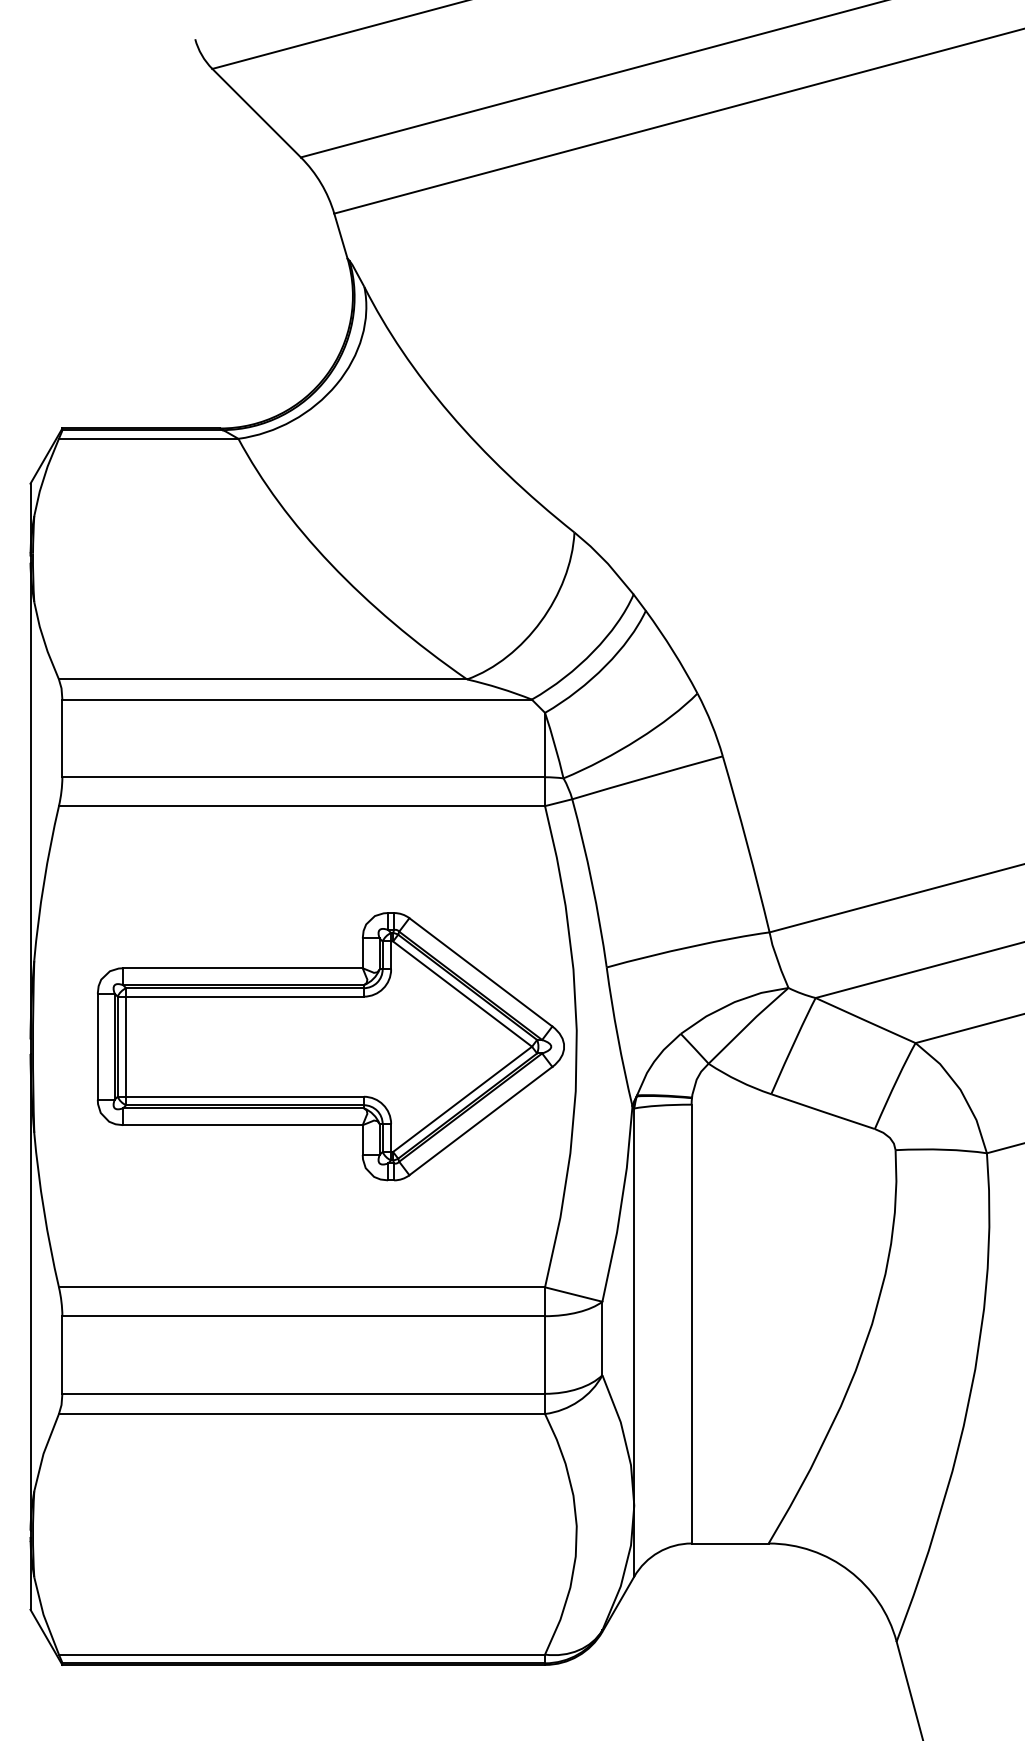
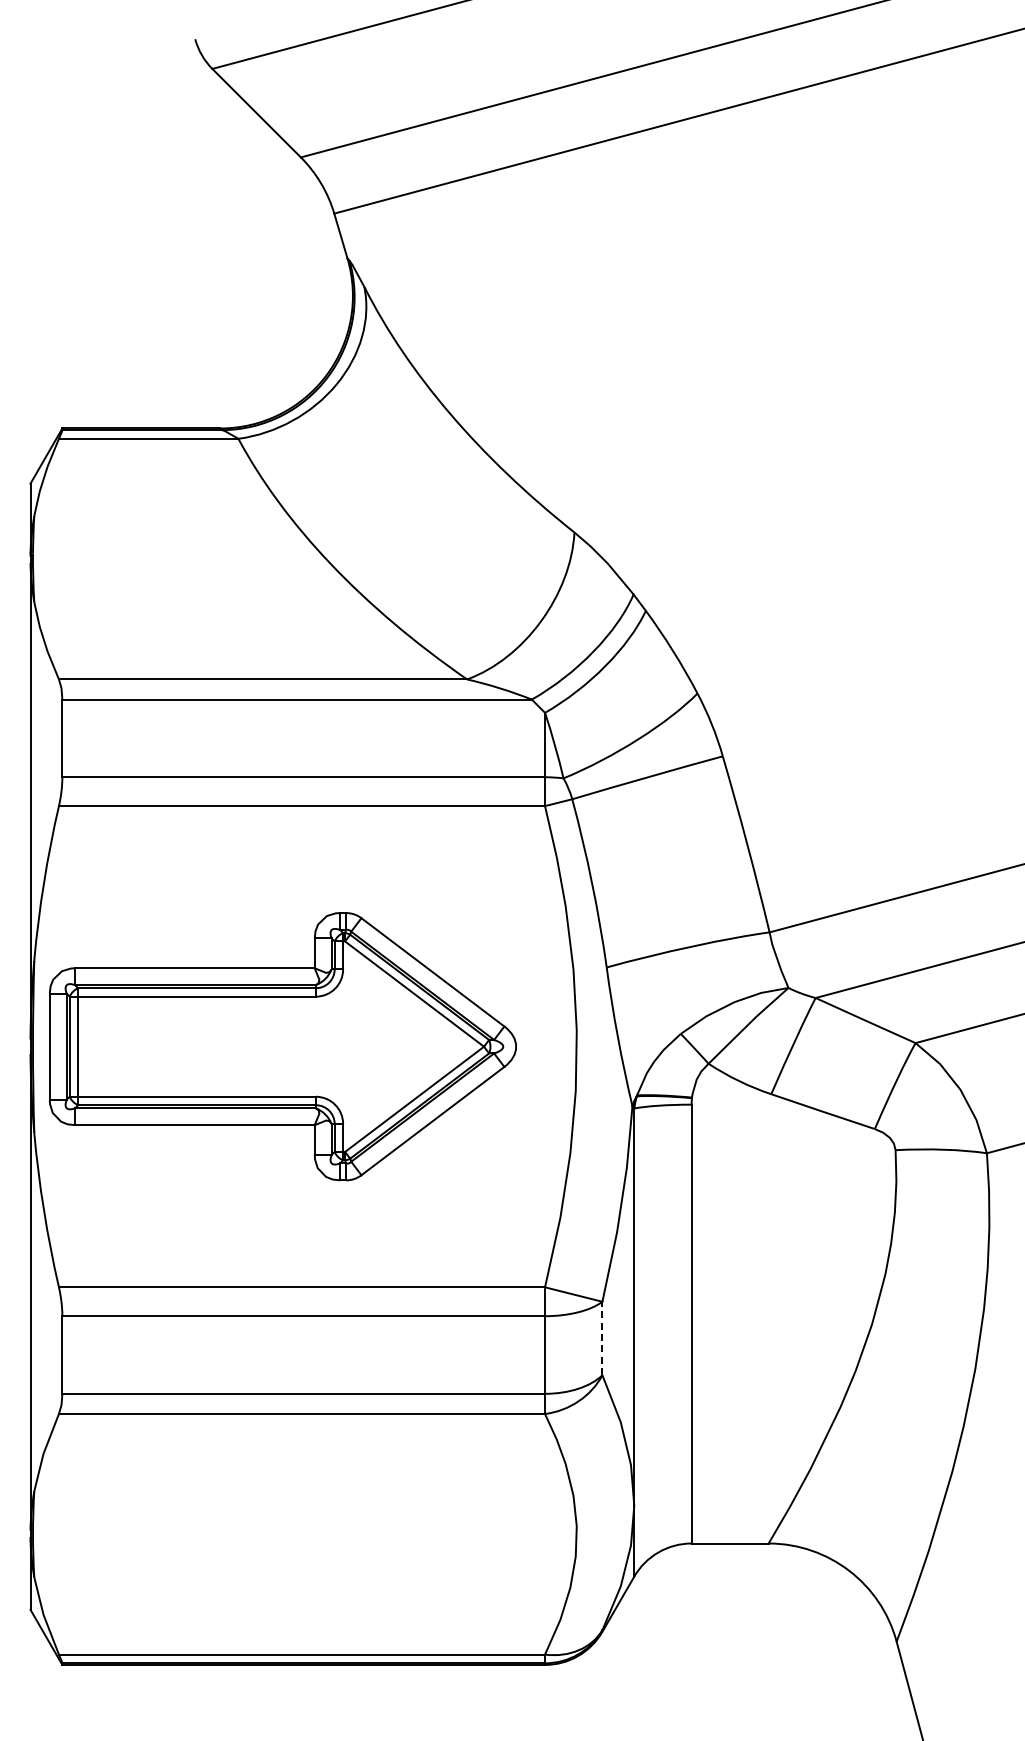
part at (330, 1046) position: (330, 1046) -> (282, 1046)
line at (602, 1338): solid -> dashed
